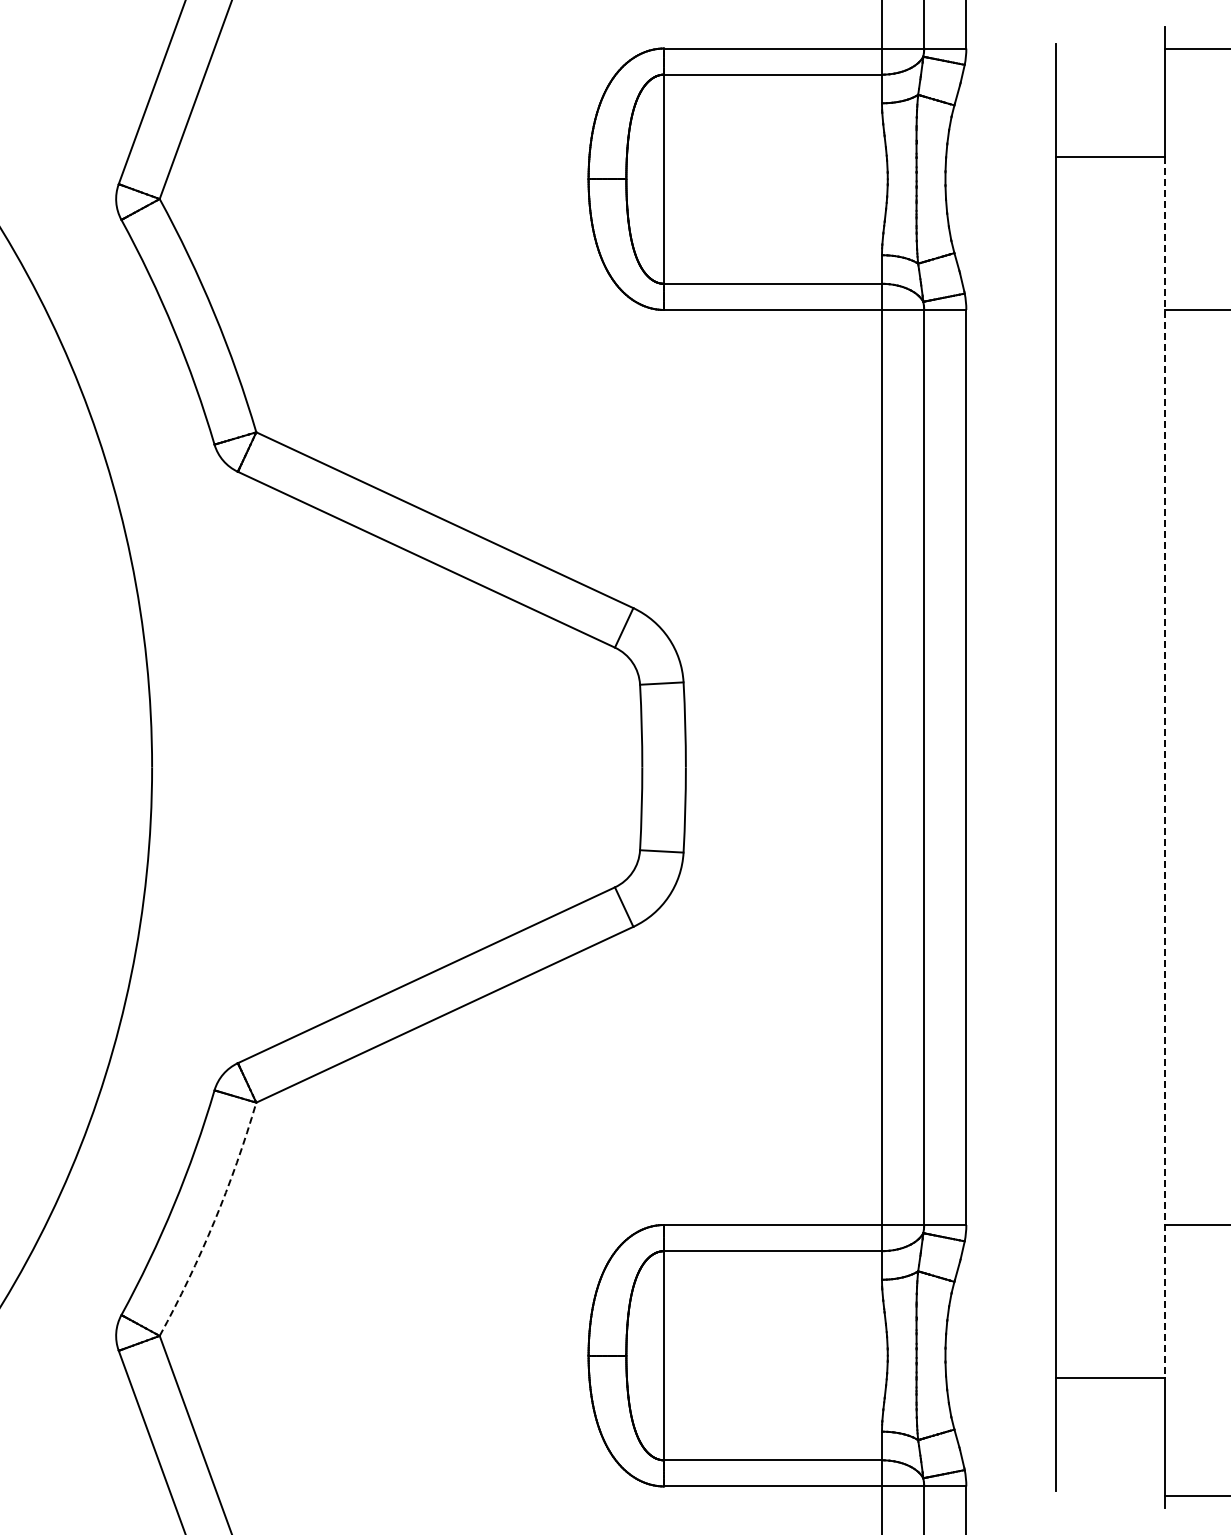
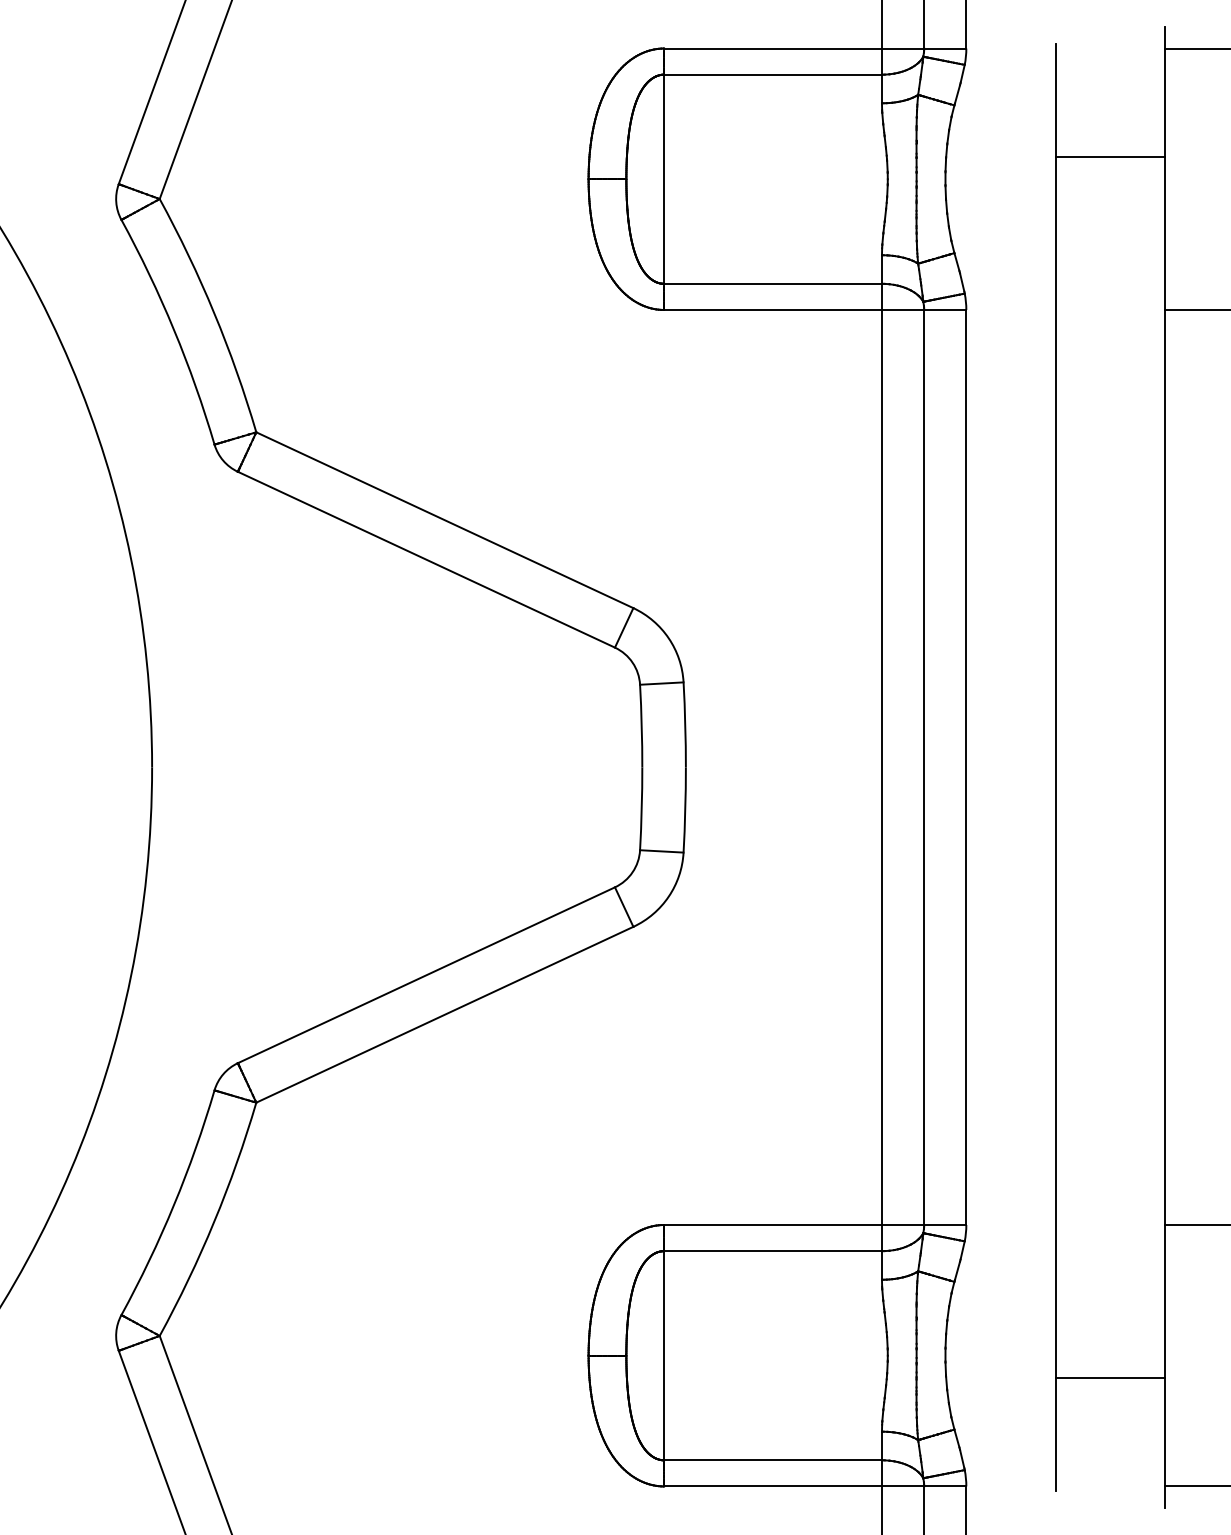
line at (1165, 767): dashed -> solid
arc at (214, 1221): dashed -> solid
line at (1196, 1496) position: (1196, 1496) -> (1196, 1486)
